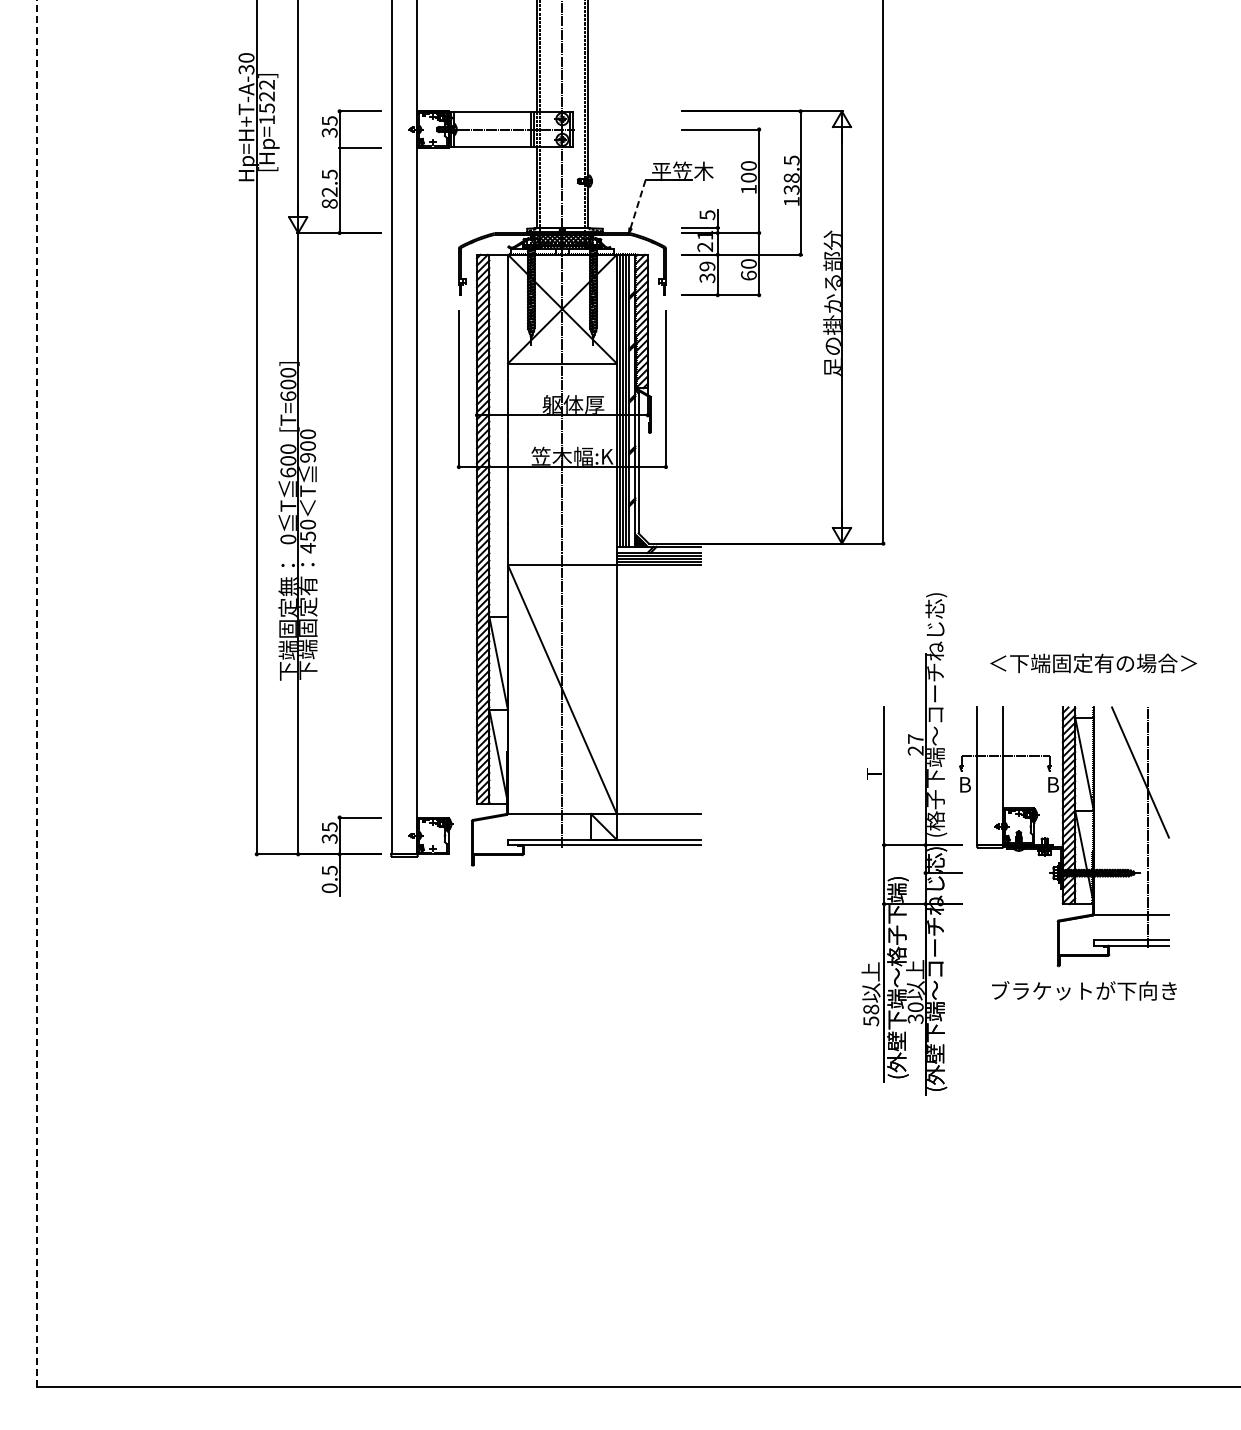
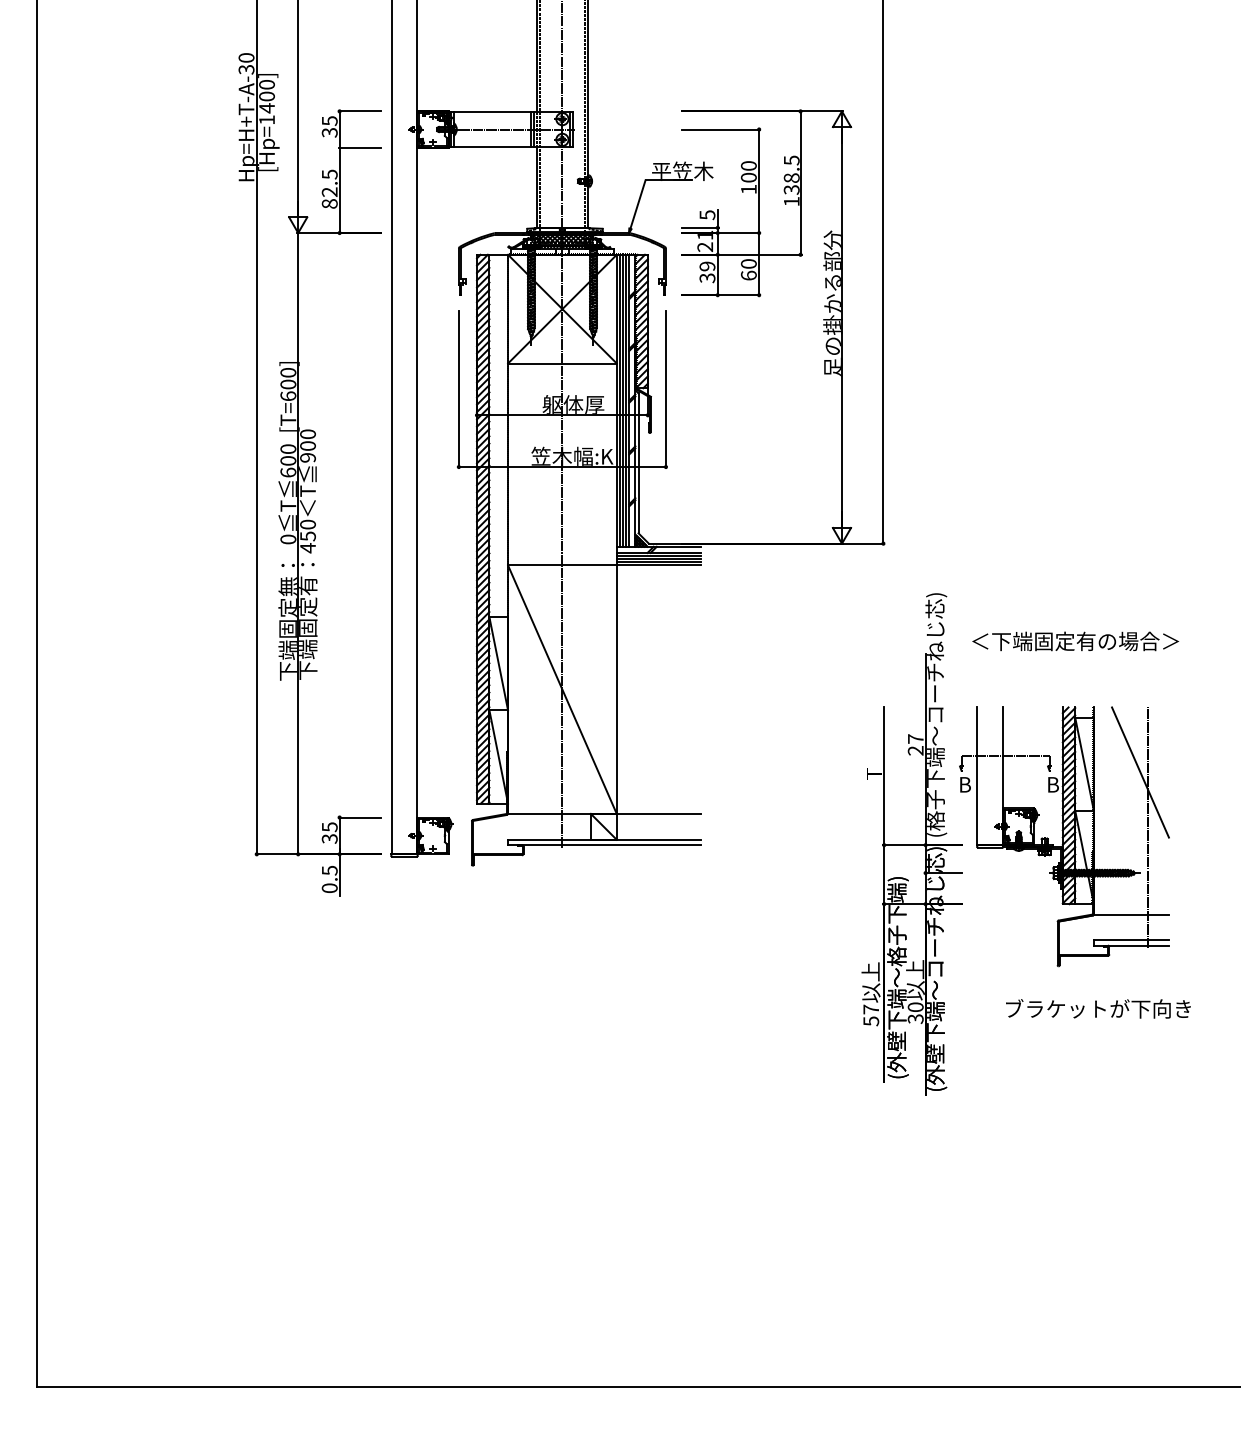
text at (266, 96): [Hp=1522] -> [Hp=1400]
line at (638, 204): dashed -> solid
text at (1093, 663) position: (1093, 663) -> (1075, 641)
line at (37, 693): dashed -> solid
text at (1084, 990) position: (1084, 990) -> (1098, 1008)
text at (871, 1009): 58 -> 57
